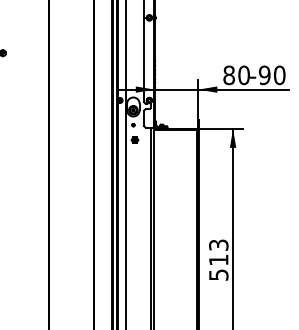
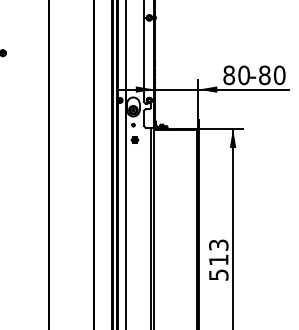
text at (264, 75): -90 -> -80
